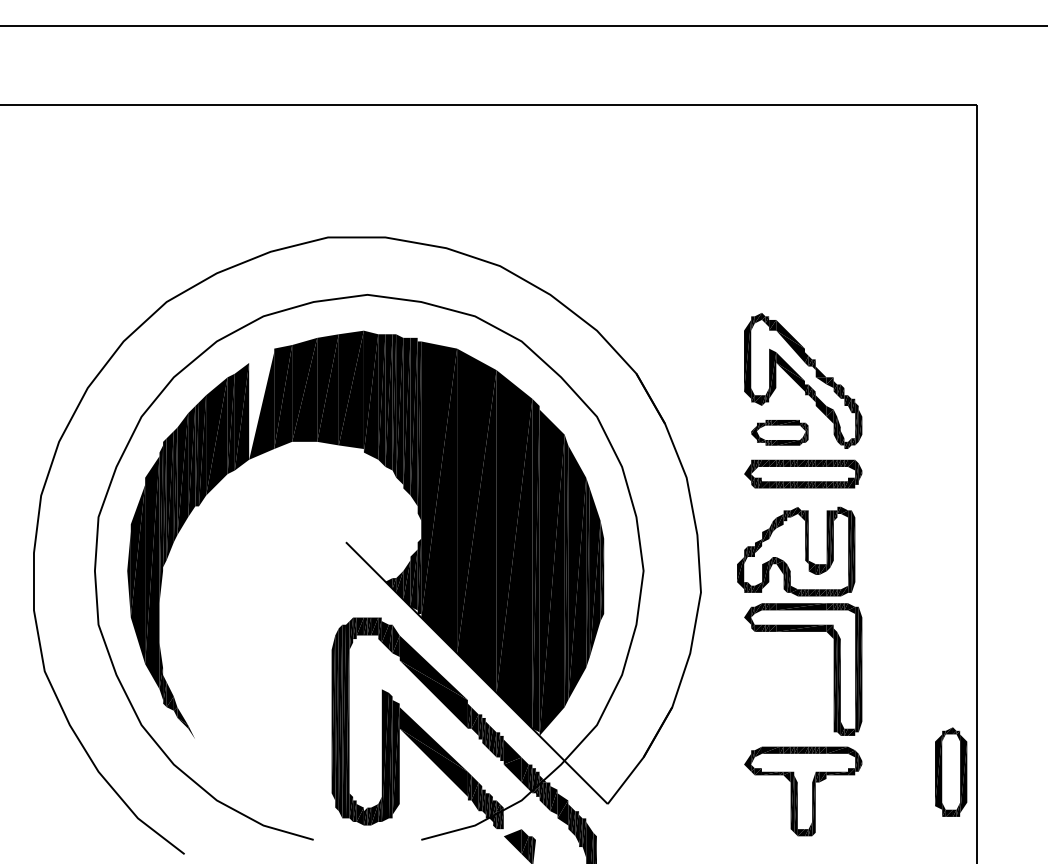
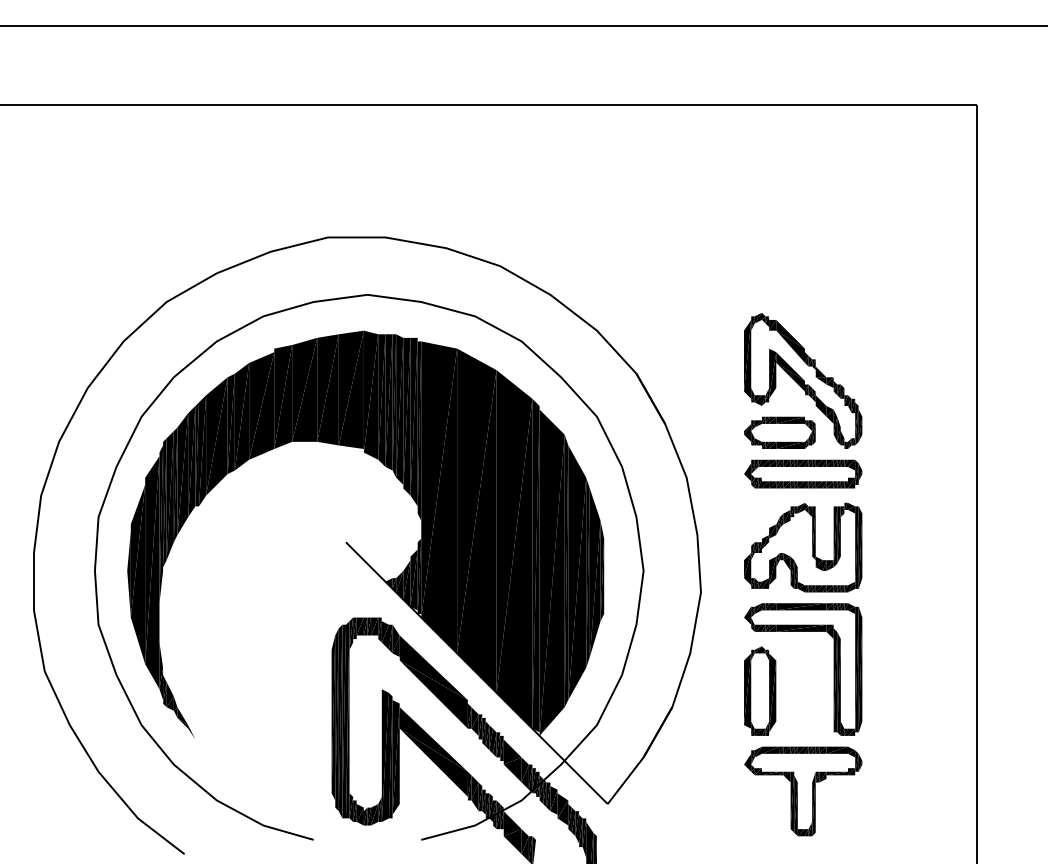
fill at (261, 405): none -> present
part at (779, 432) size: 58x26 px -> 72x33 px
part at (796, 551) position: (796, 551) -> (803, 547)
part at (951, 771) position: (951, 771) -> (760, 690)
fill at (512, 823): none -> present
